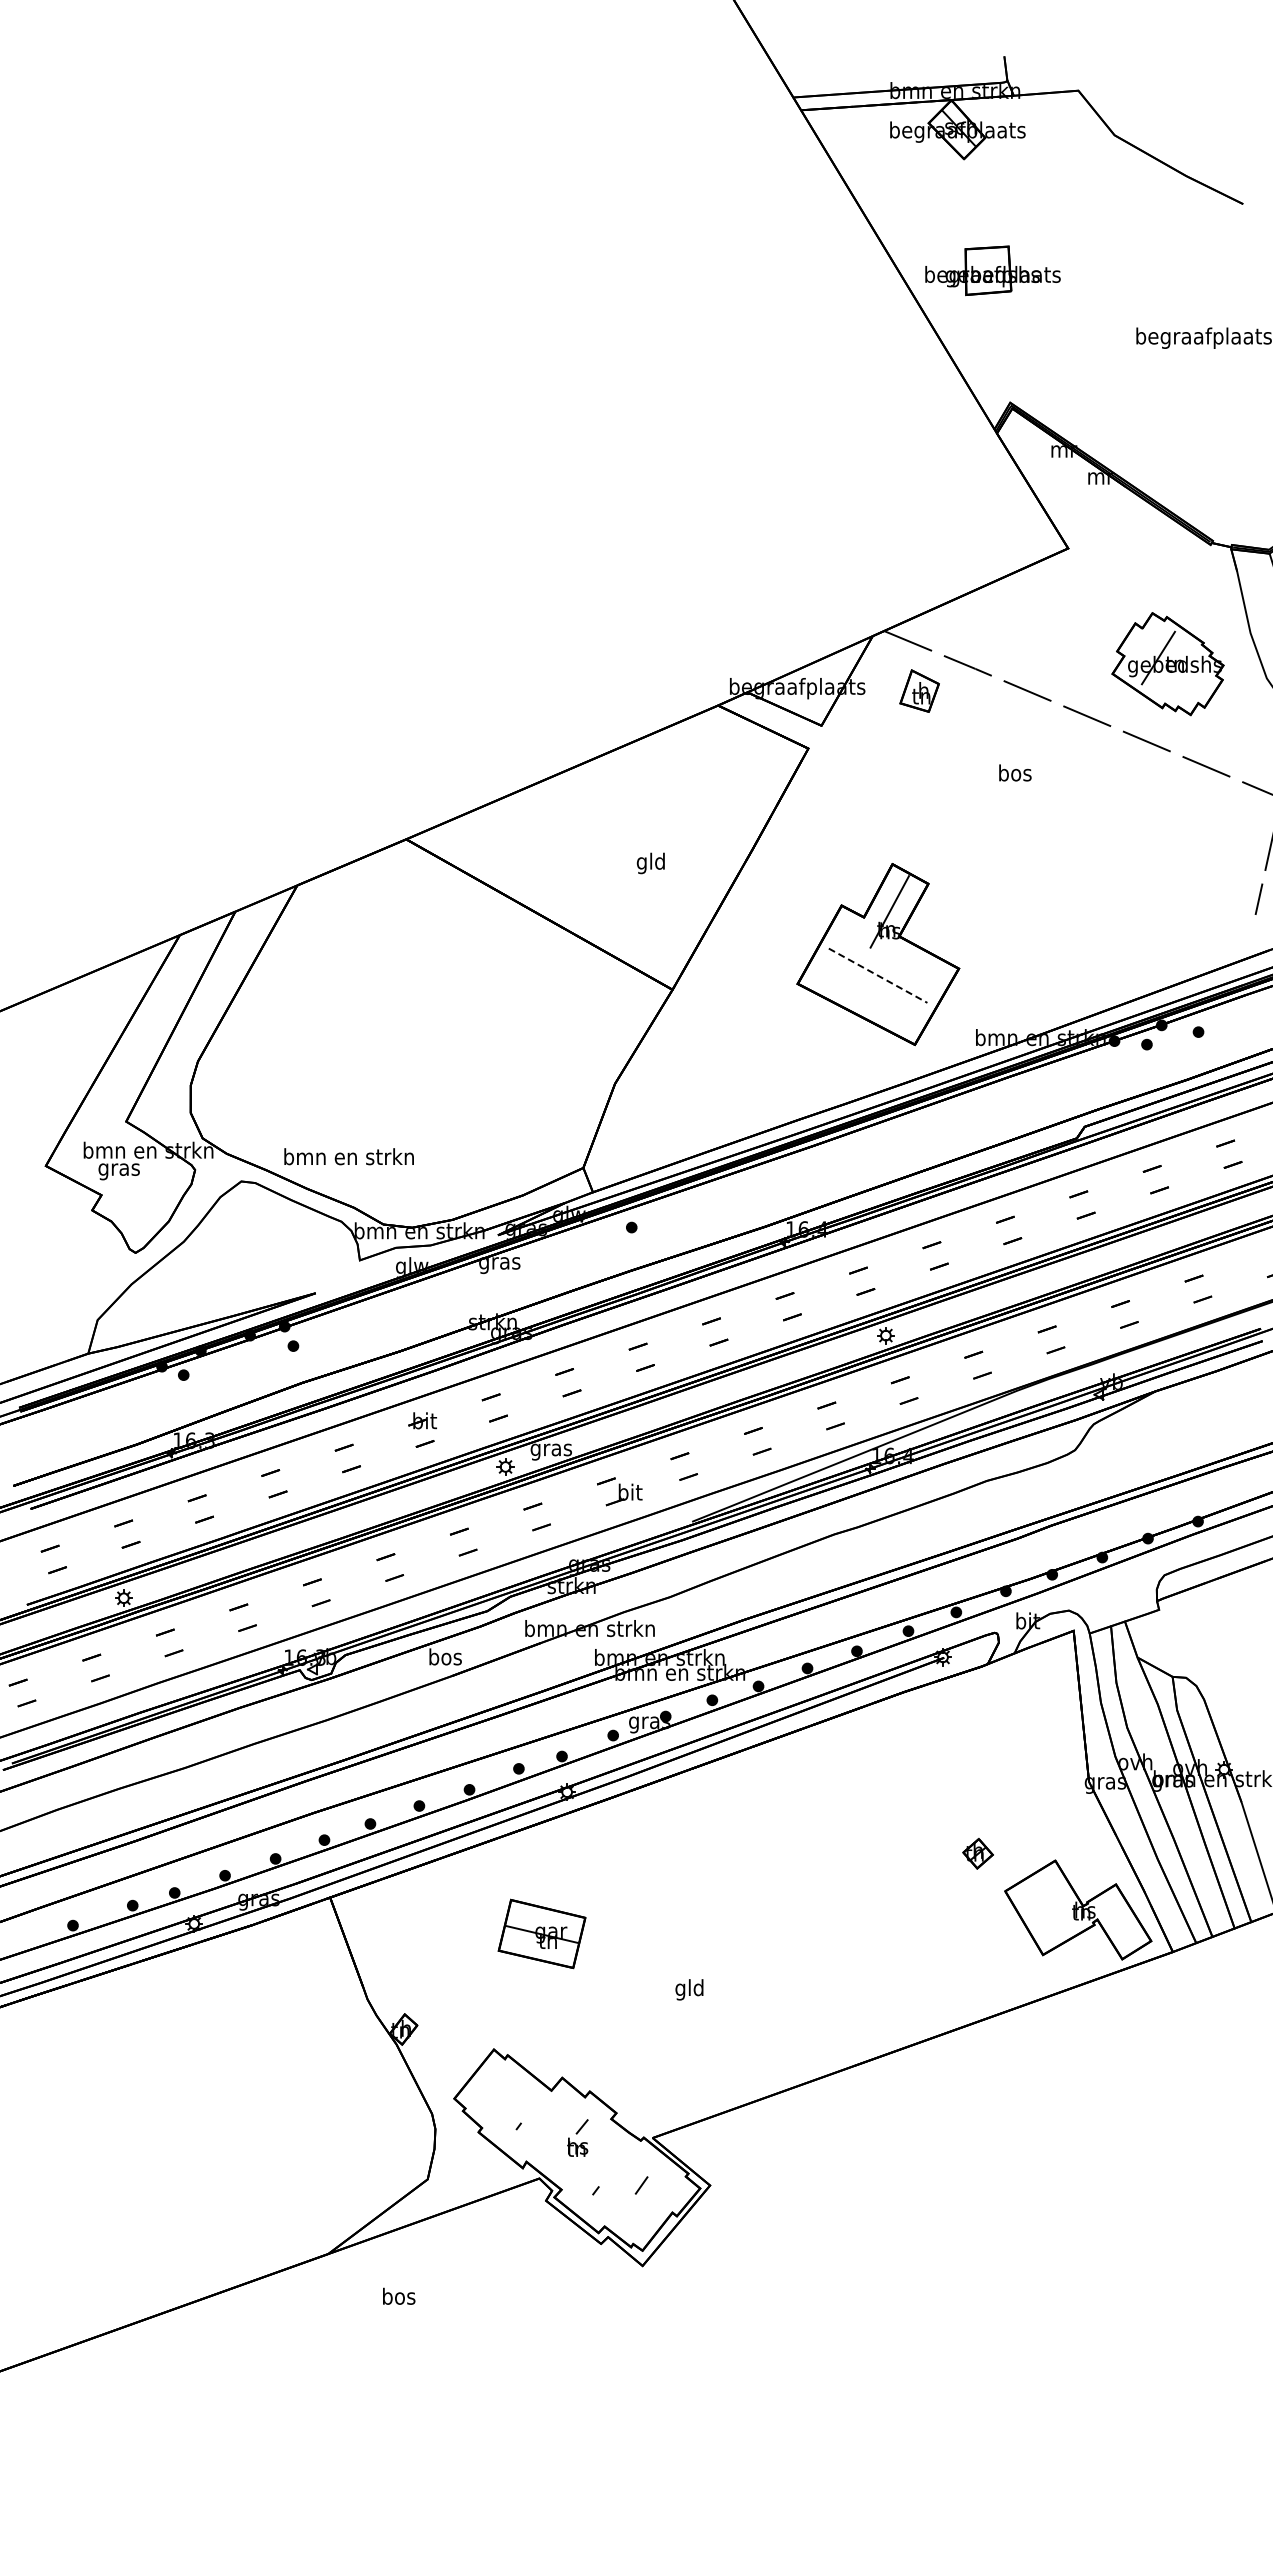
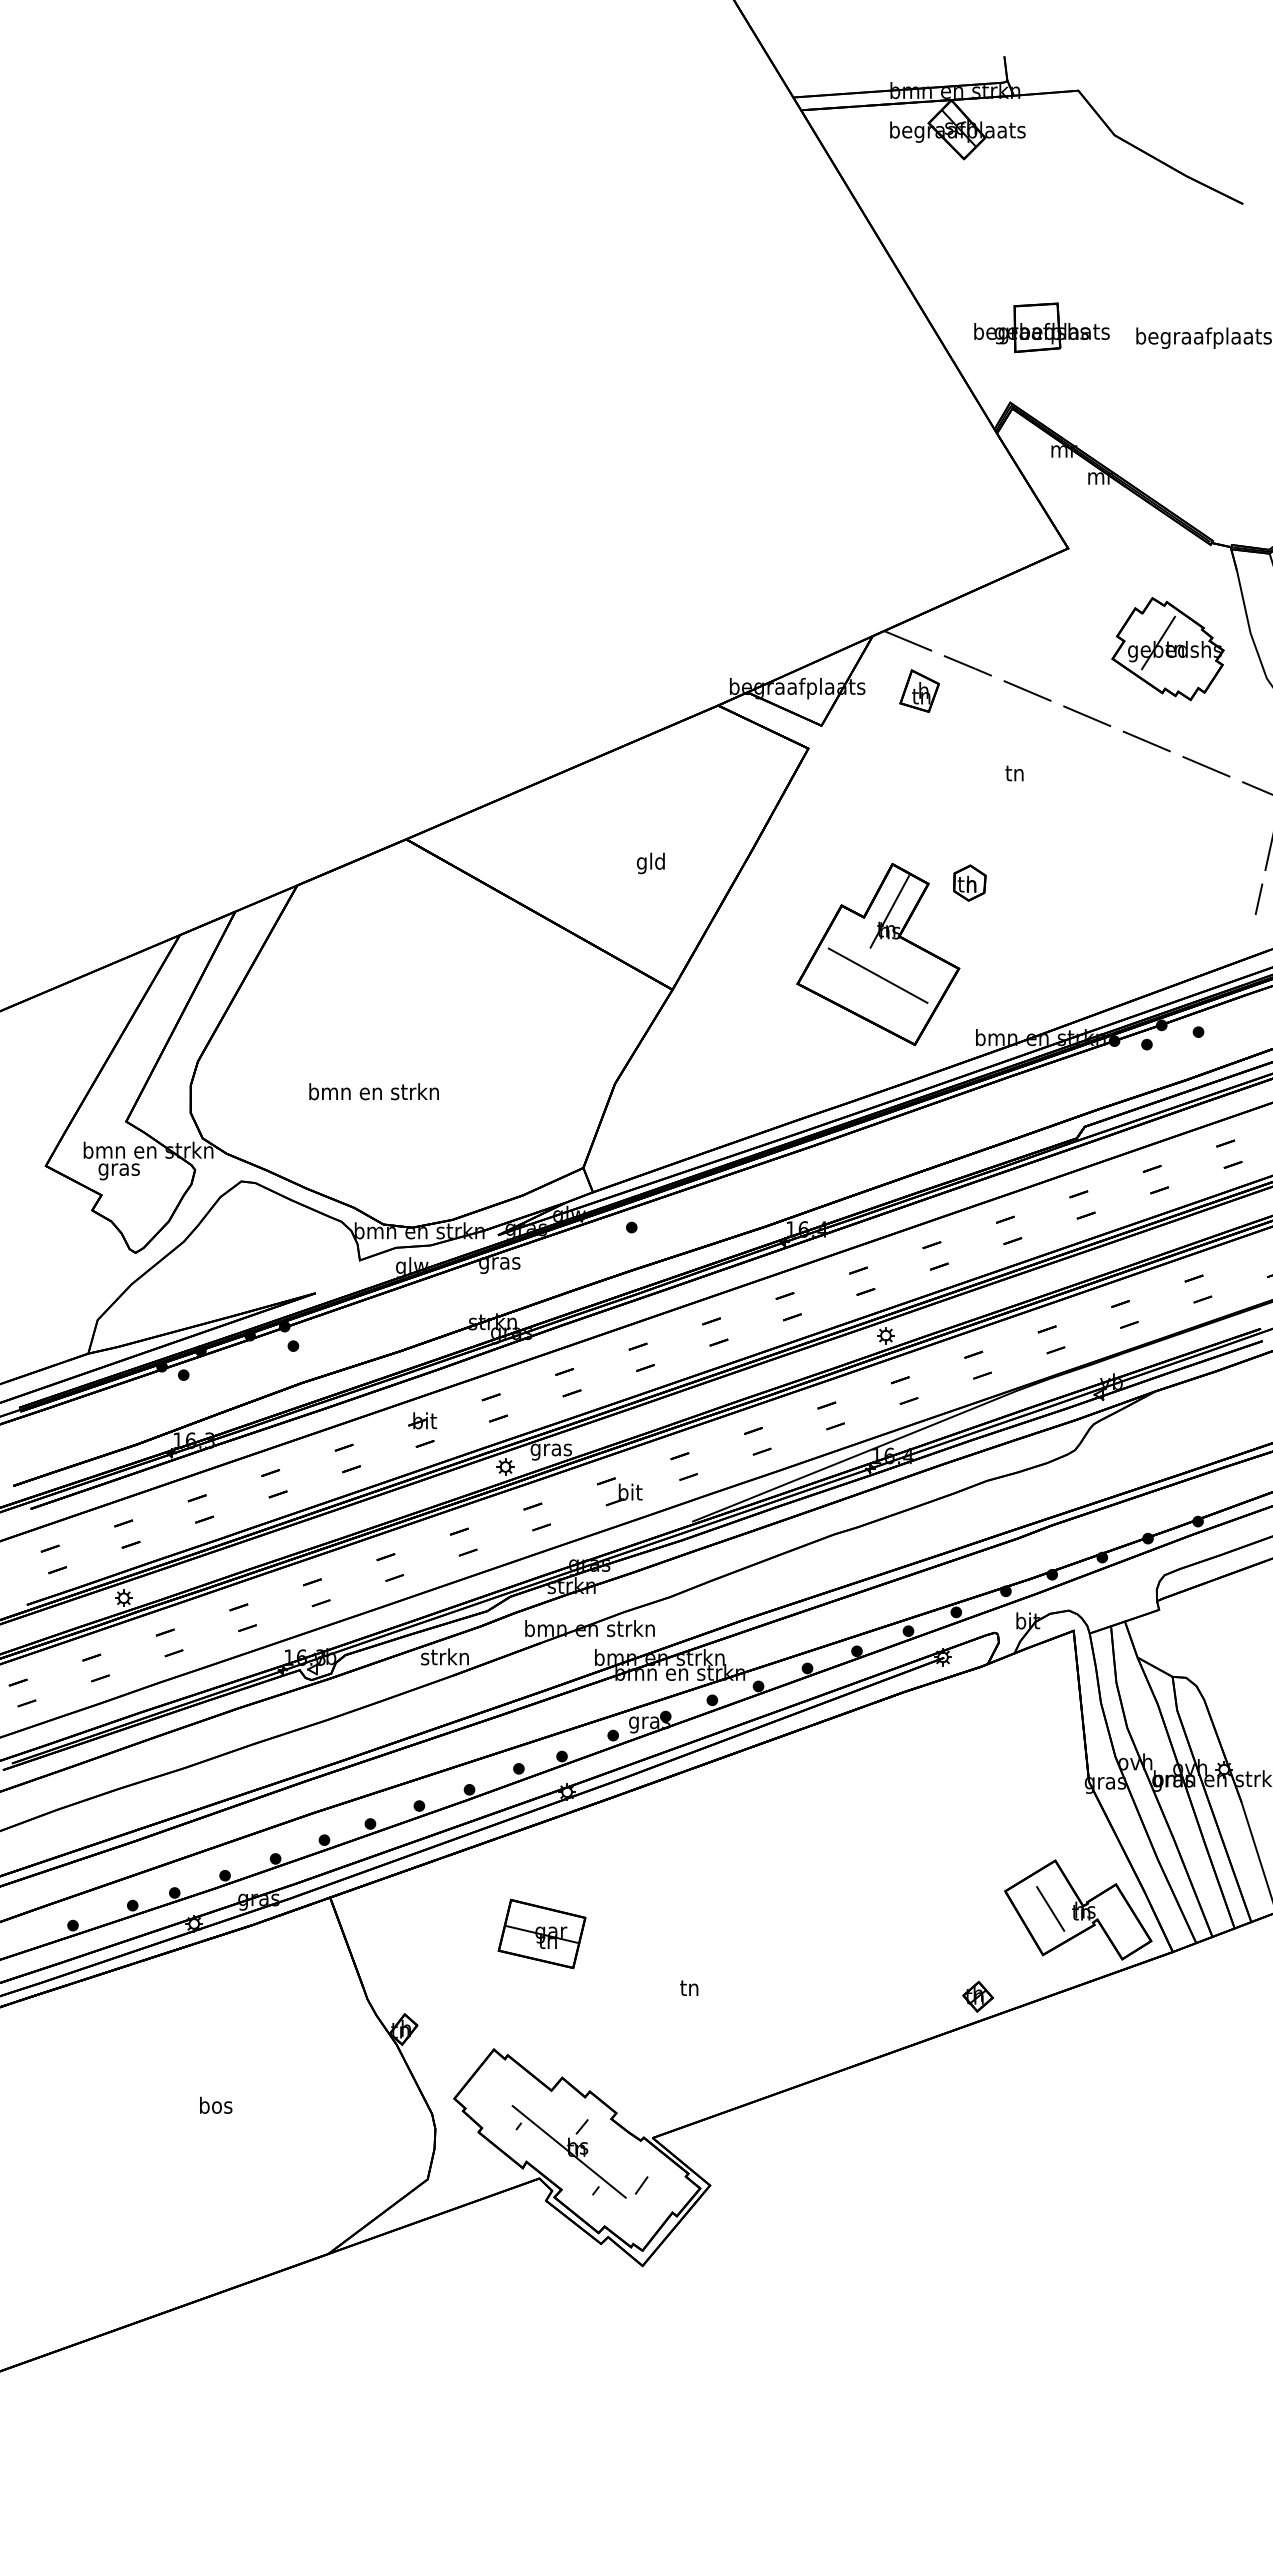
part at (992, 270) position: (992, 270) -> (1041, 327)
part at (1167, 664) position: (1167, 664) -> (1167, 649)
text at (1015, 772): bos -> tn
part at (969, 882): none -> present
line at (878, 975): dashed -> solid
text at (348, 1156) position: (348, 1156) -> (373, 1091)
text at (444, 1656): bos -> strkn
part at (977, 1853) position: (977, 1853) -> (977, 1996)
line at (1050, 1908): none -> present
text at (689, 1989): gld -> tn
line at (568, 2151): none -> present
text at (399, 2295) position: (399, 2295) -> (216, 2104)
